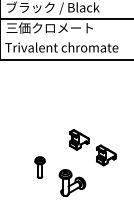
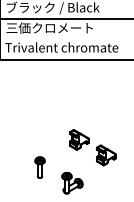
part at (72, 182) size: 29x28 px -> 23x23 px
